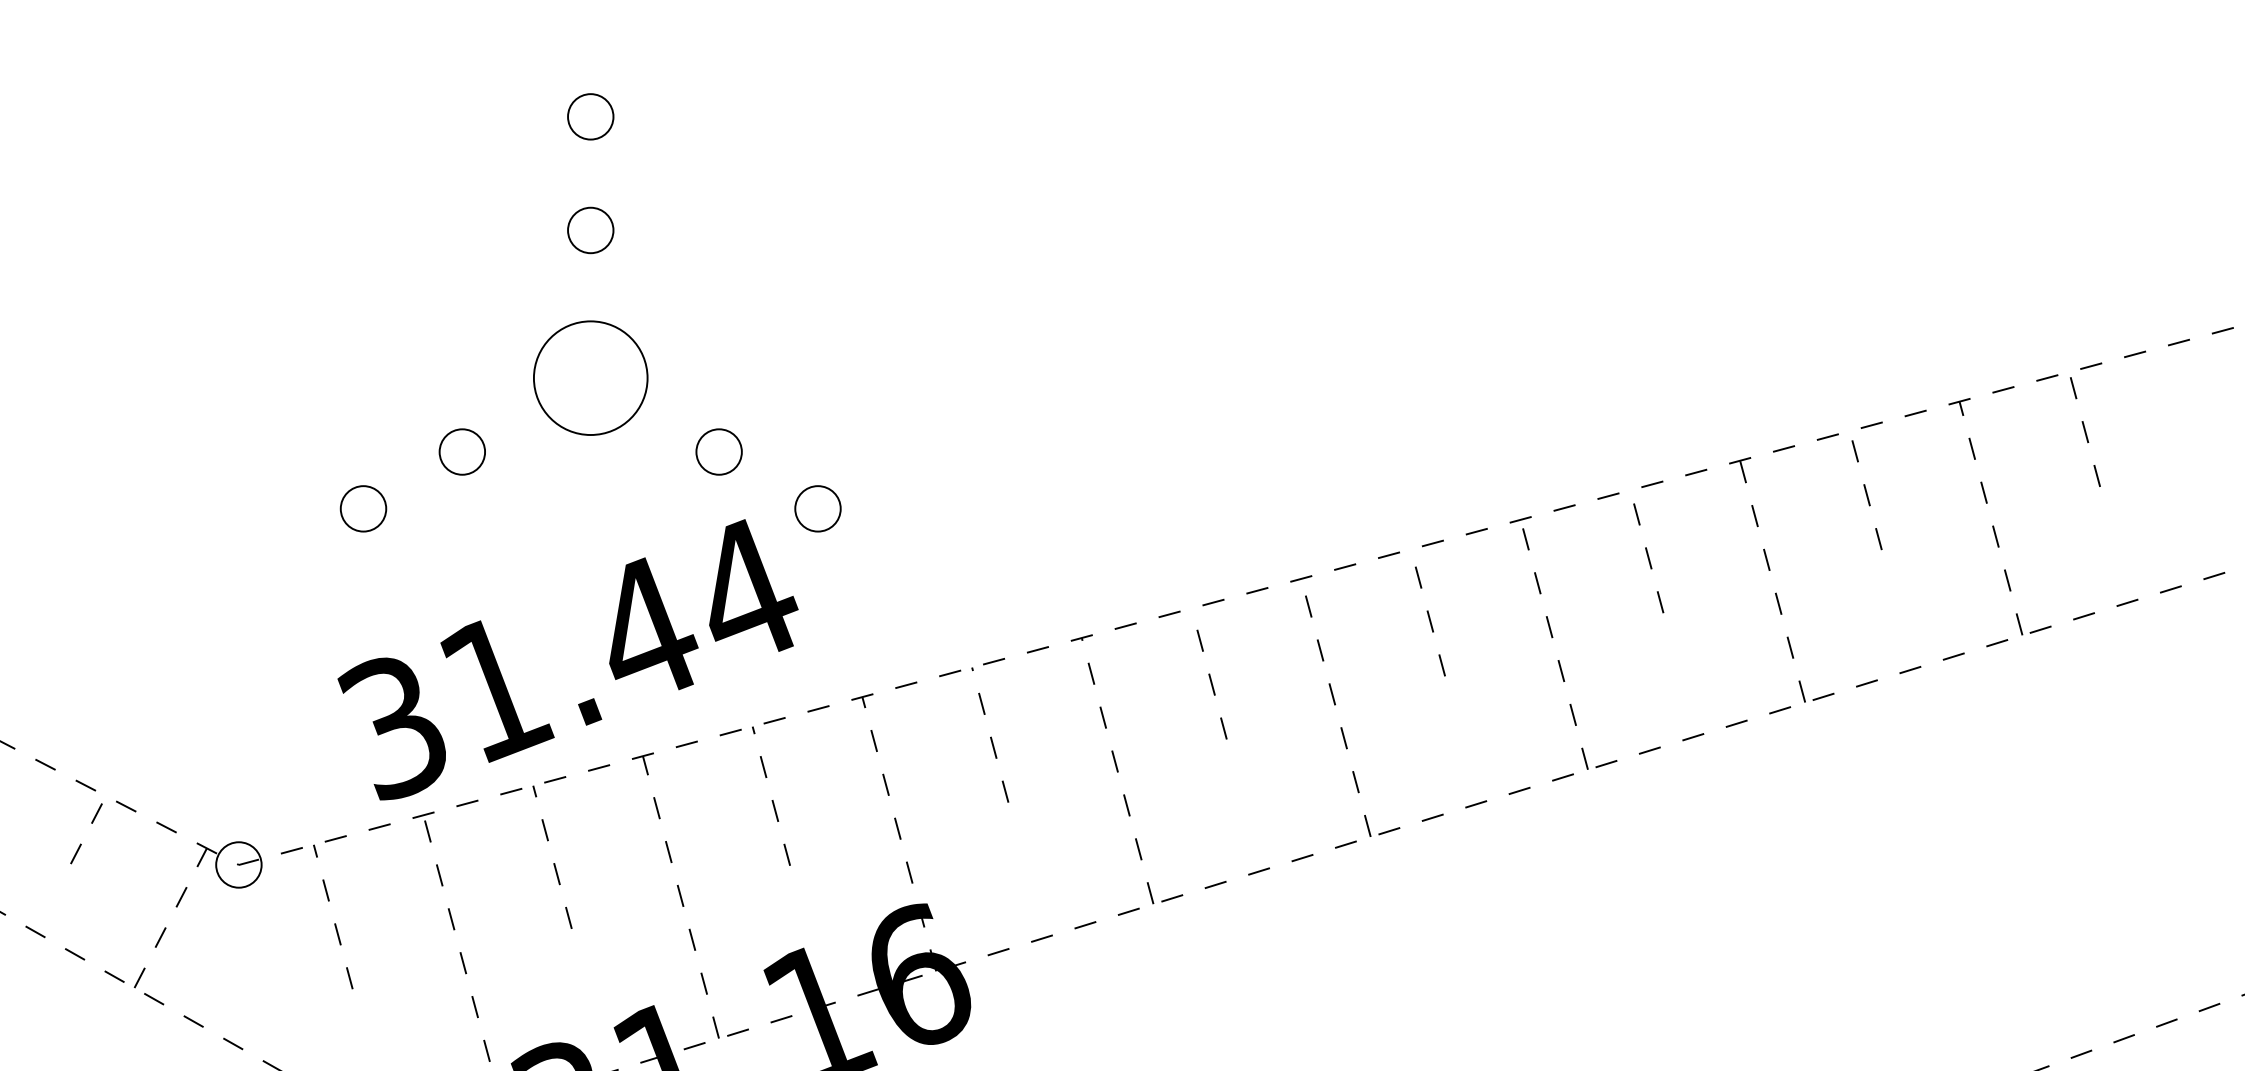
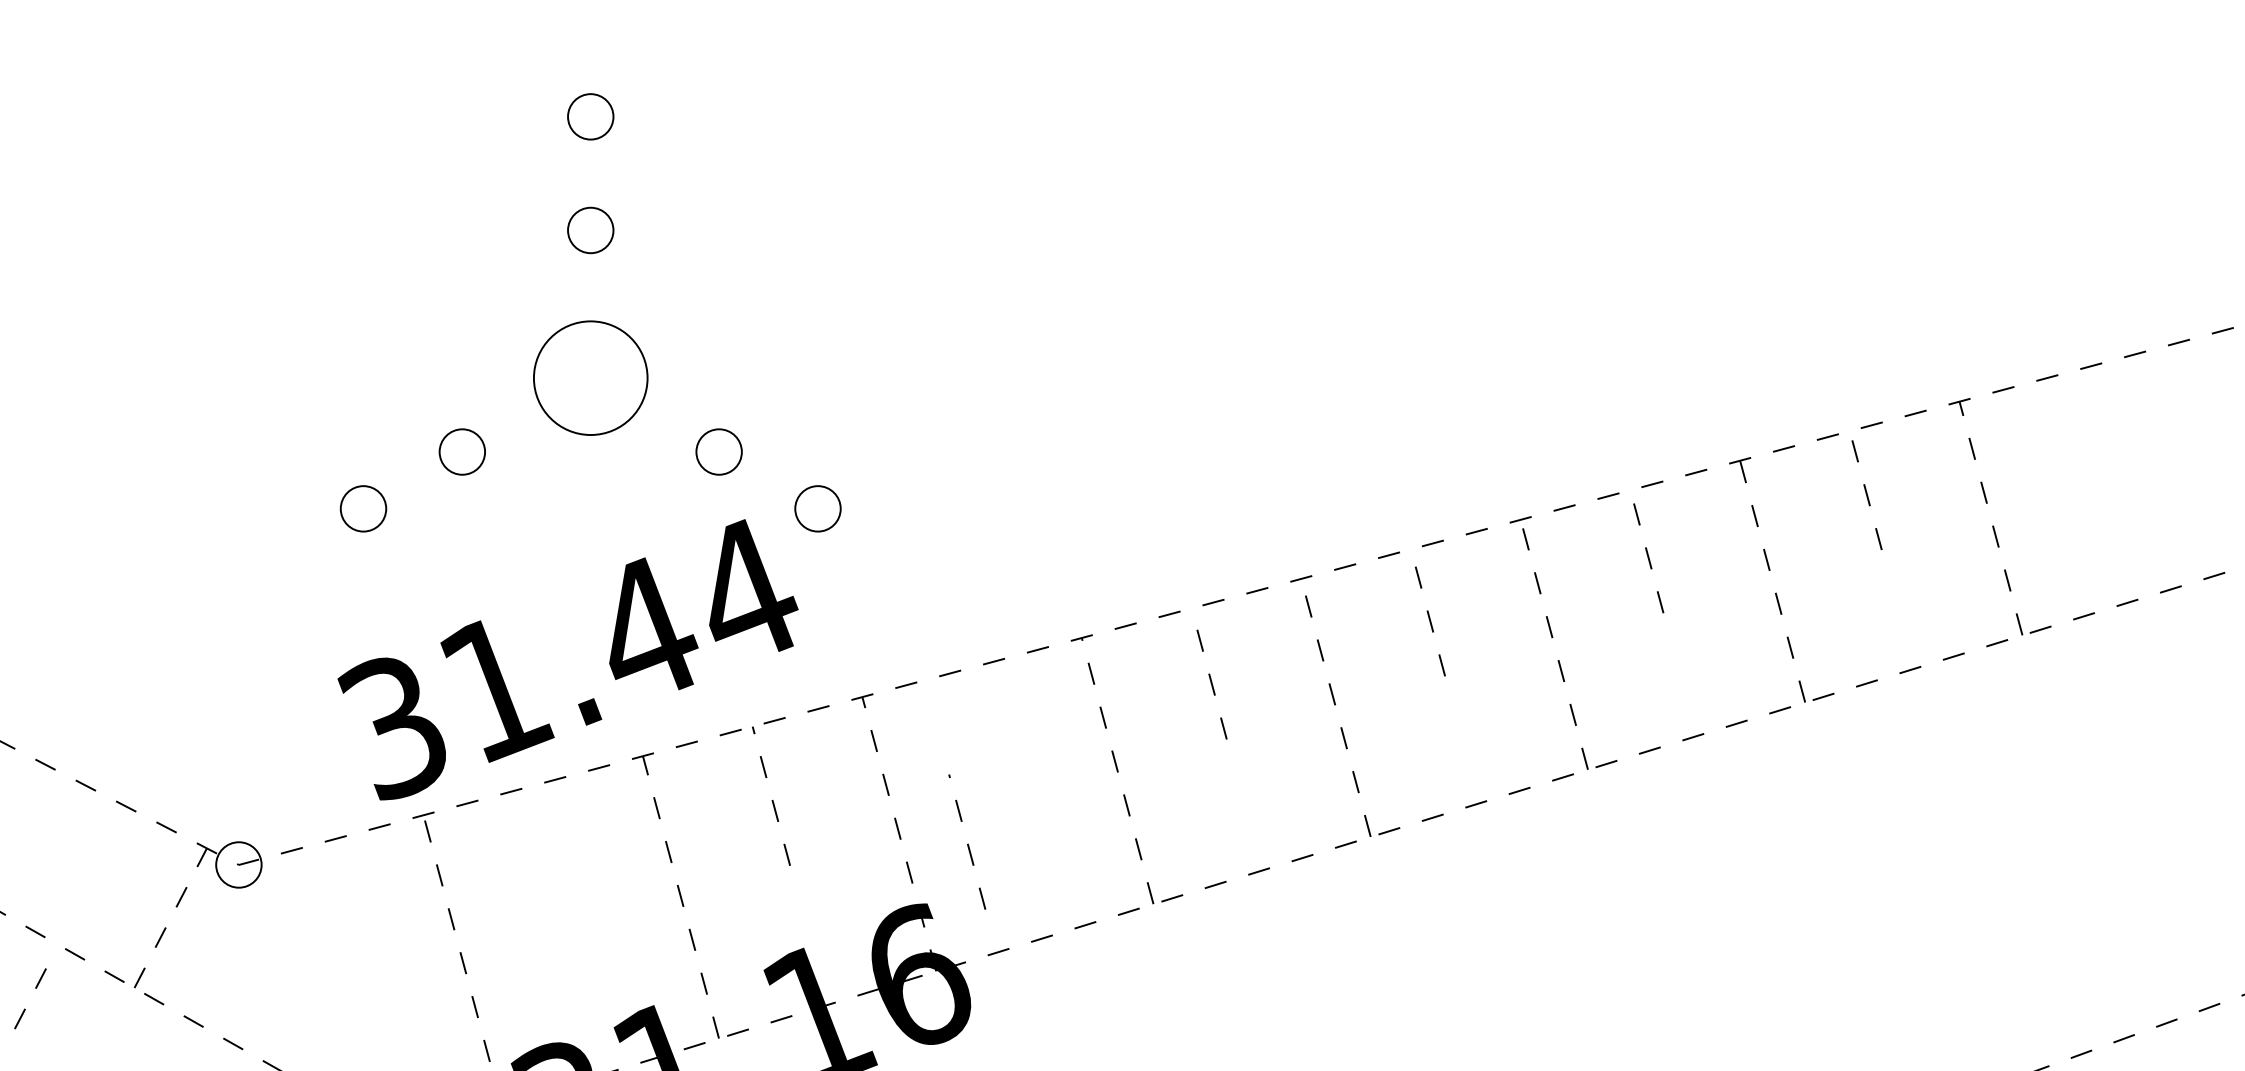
line at (2085, 431): present -> none
line at (991, 736) position: (991, 736) -> (968, 843)
line at (91, 823) position: (91, 823) -> (35, 988)
line at (553, 863): present -> none
line at (334, 923): present -> none
